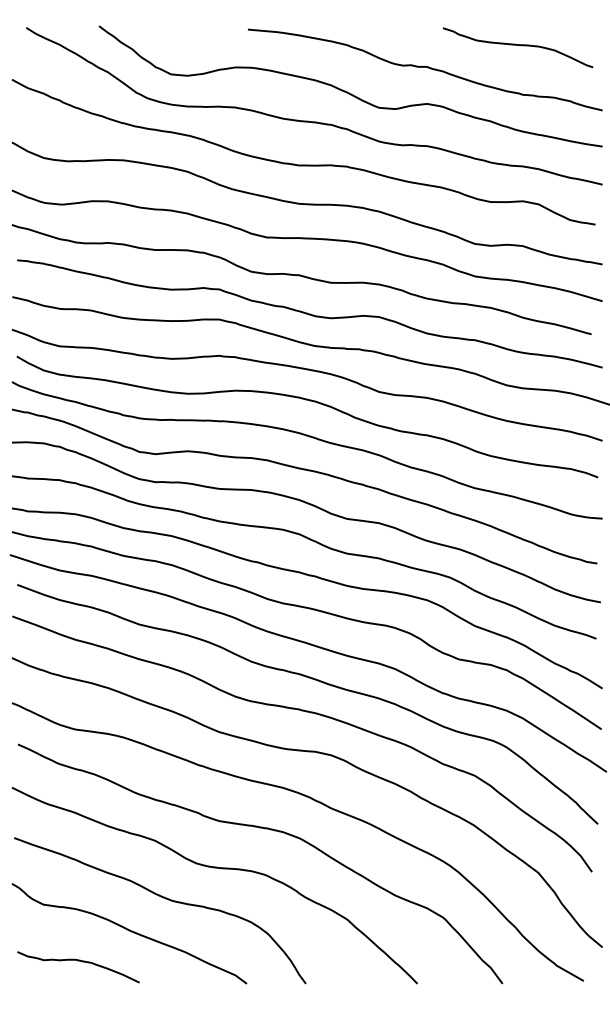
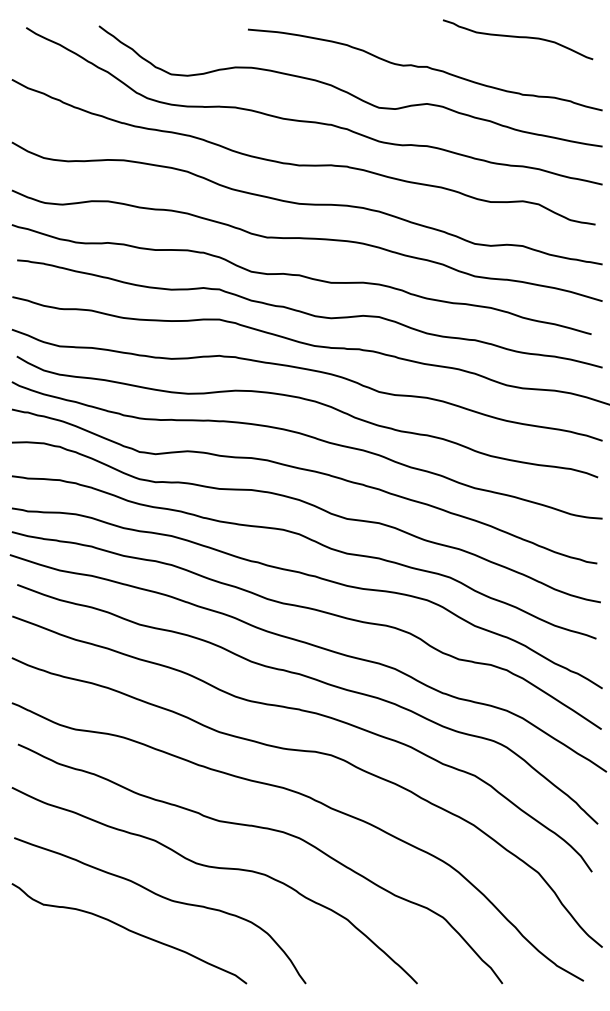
curve at (517, 45) position: (517, 45) -> (517, 37)
curve at (78, 961): present -> none
